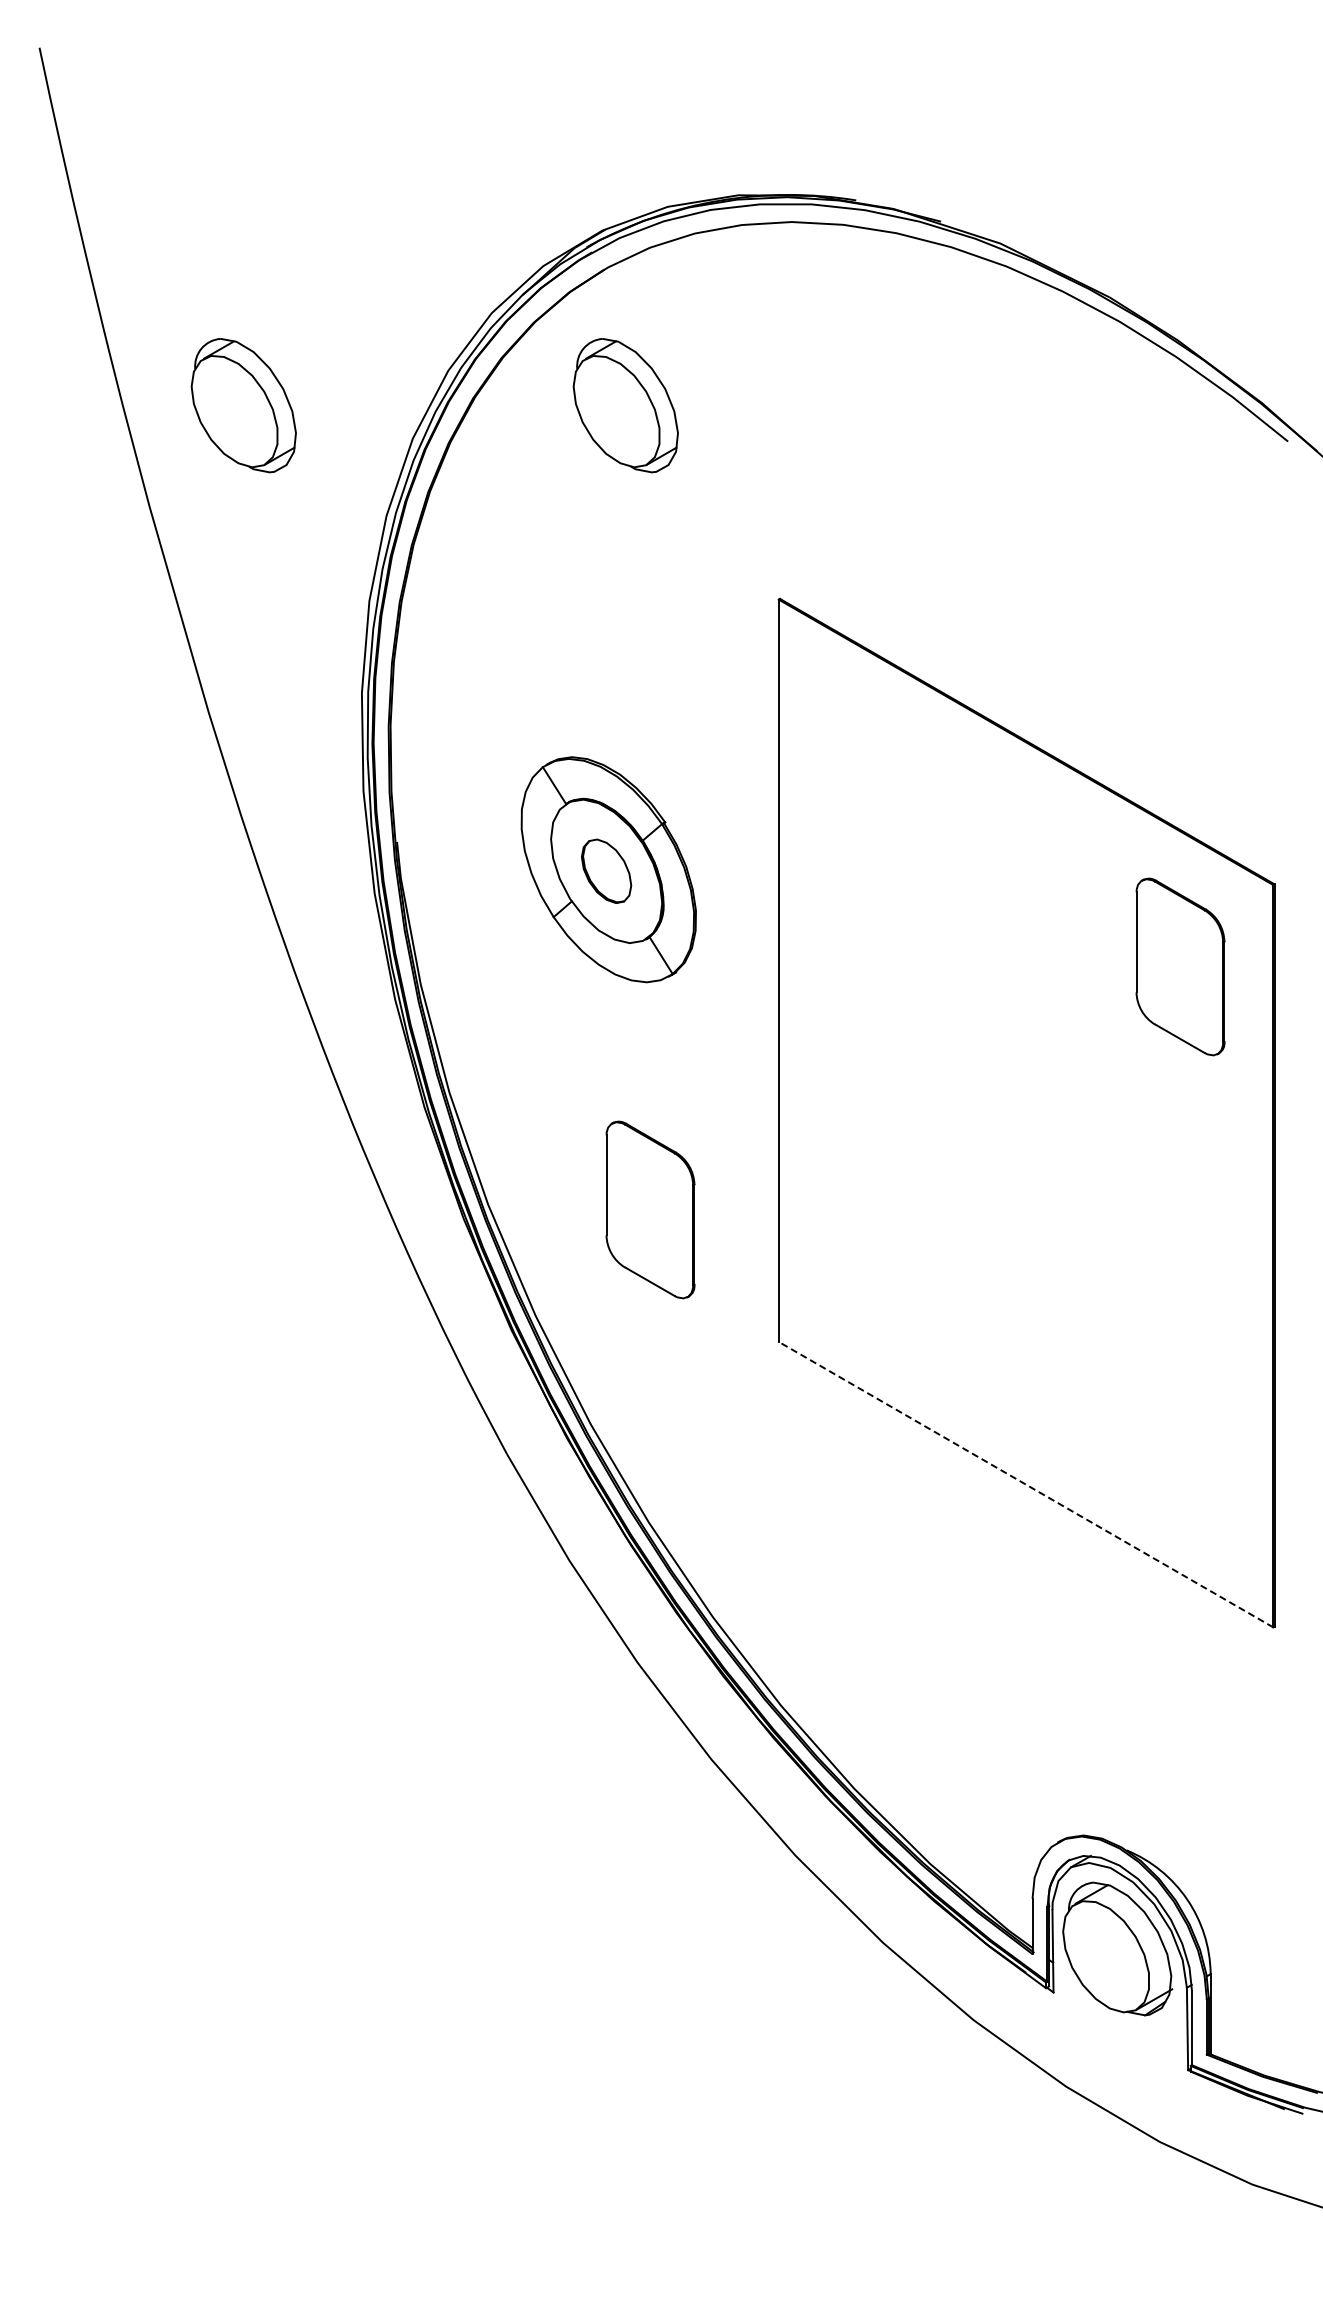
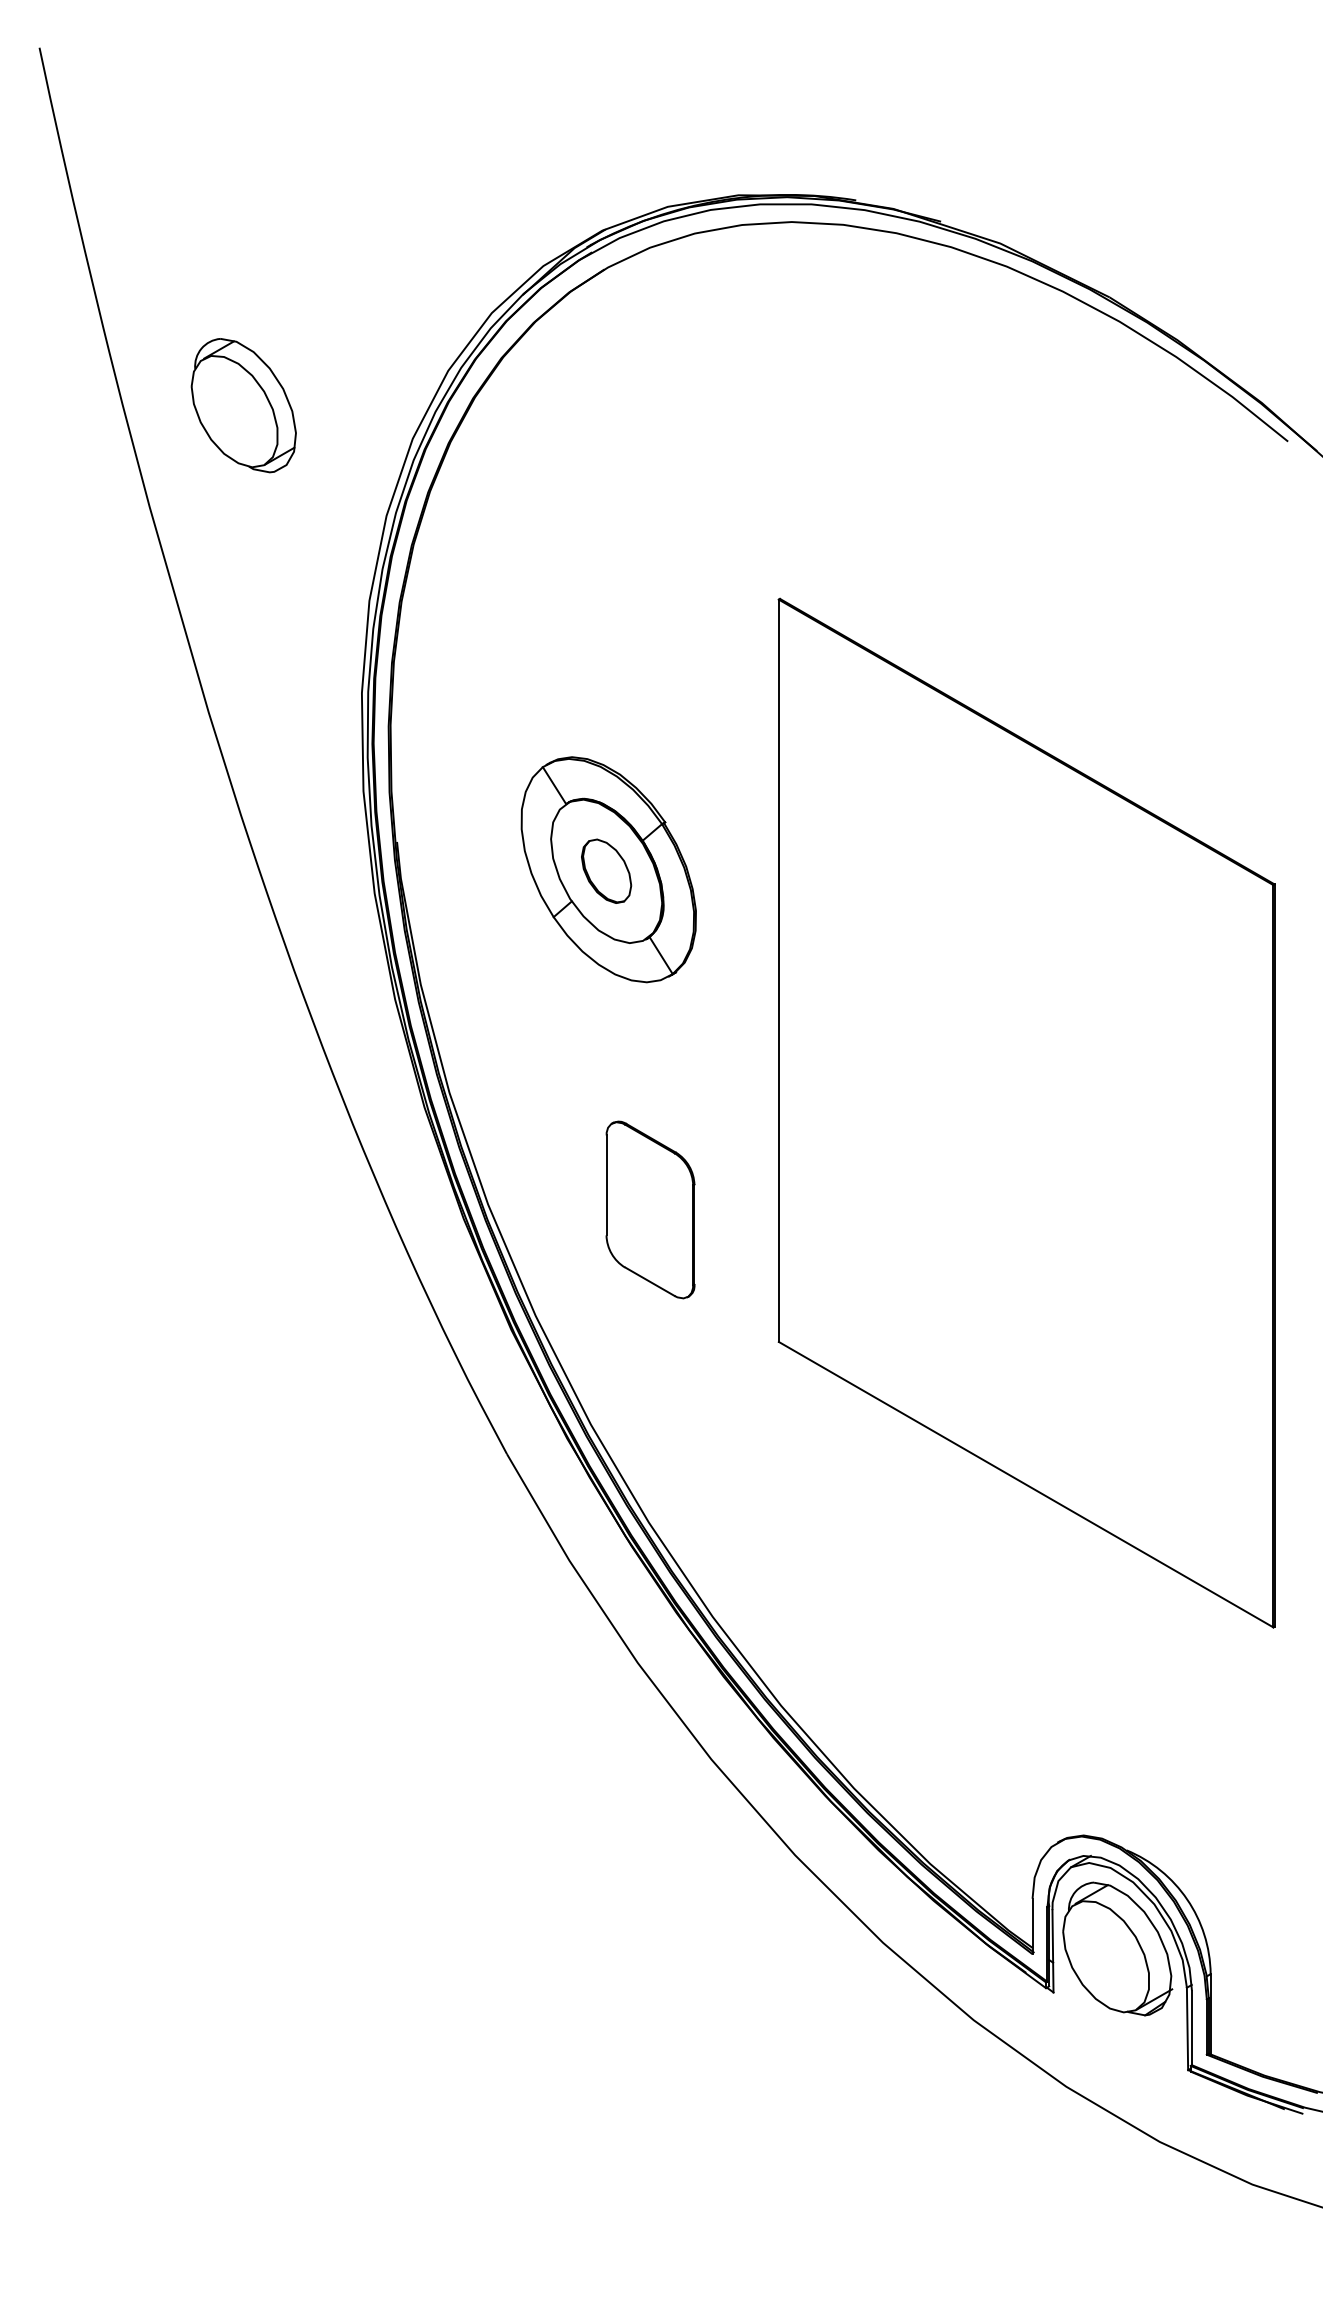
part at (625, 405): present -> none
part at (1180, 966): present -> none
line at (1026, 1484): dashed -> solid
